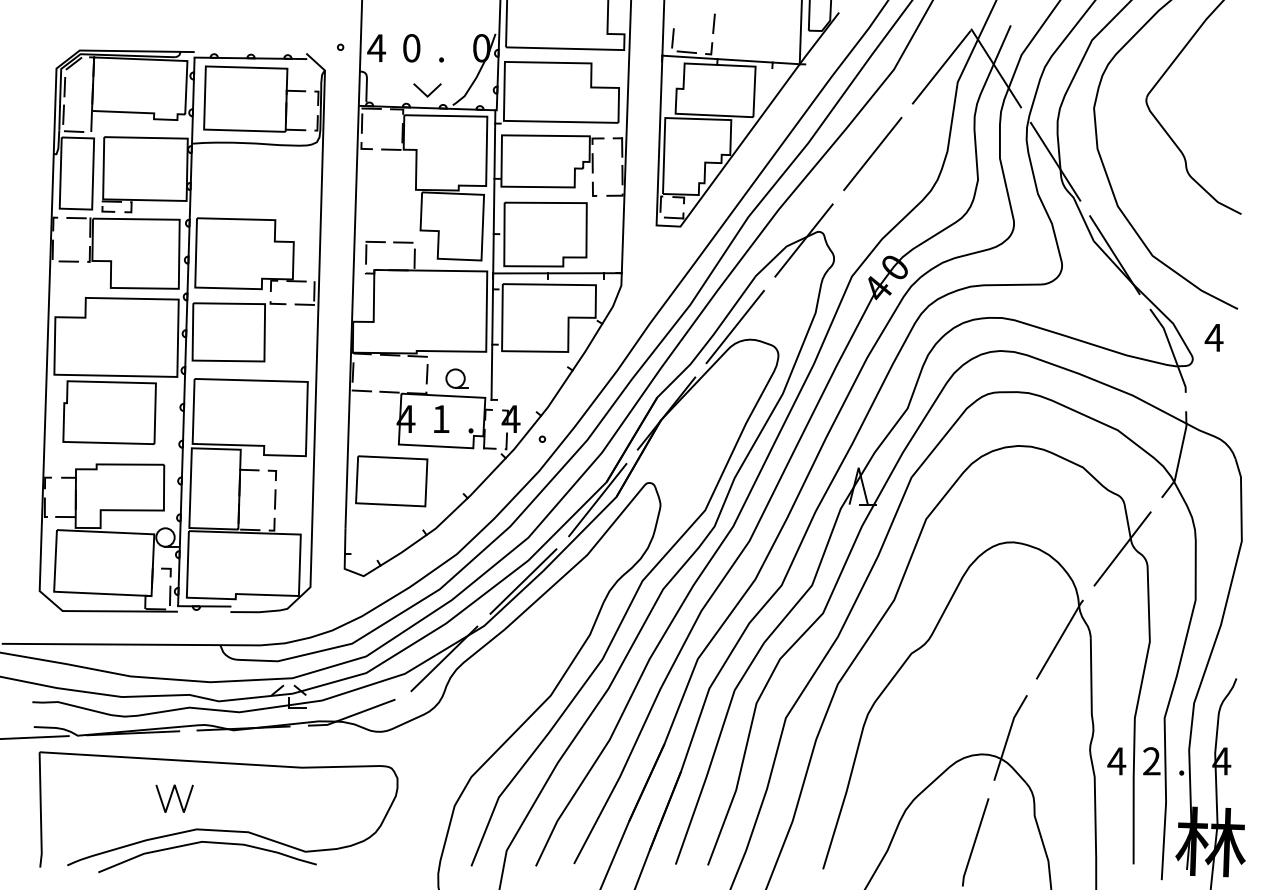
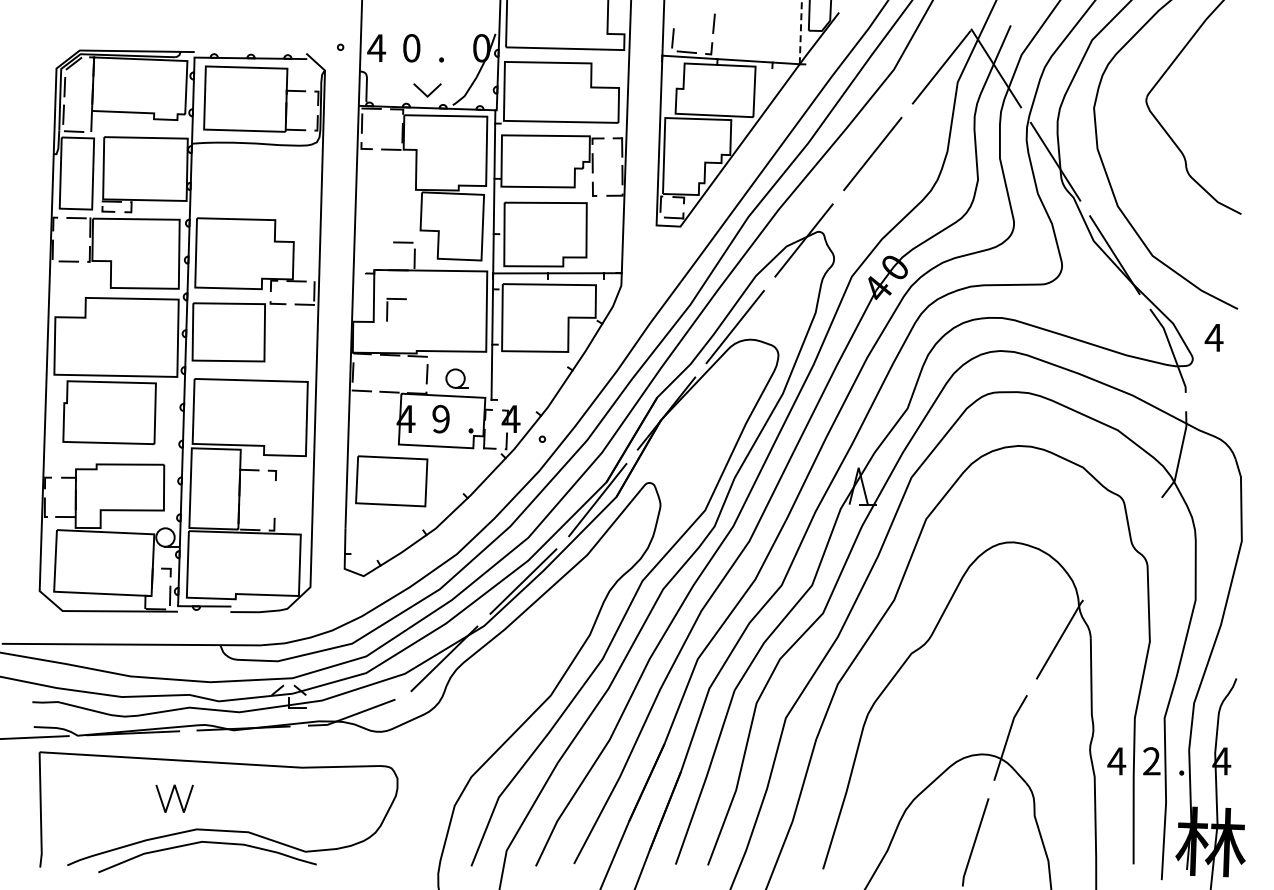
line at (800, 32): solid -> dashed
part at (367, 252) position: (367, 252) -> (388, 309)
text at (440, 419): 1 -> 9
line at (275, 499): present -> none
line at (1122, 548): present -> none
